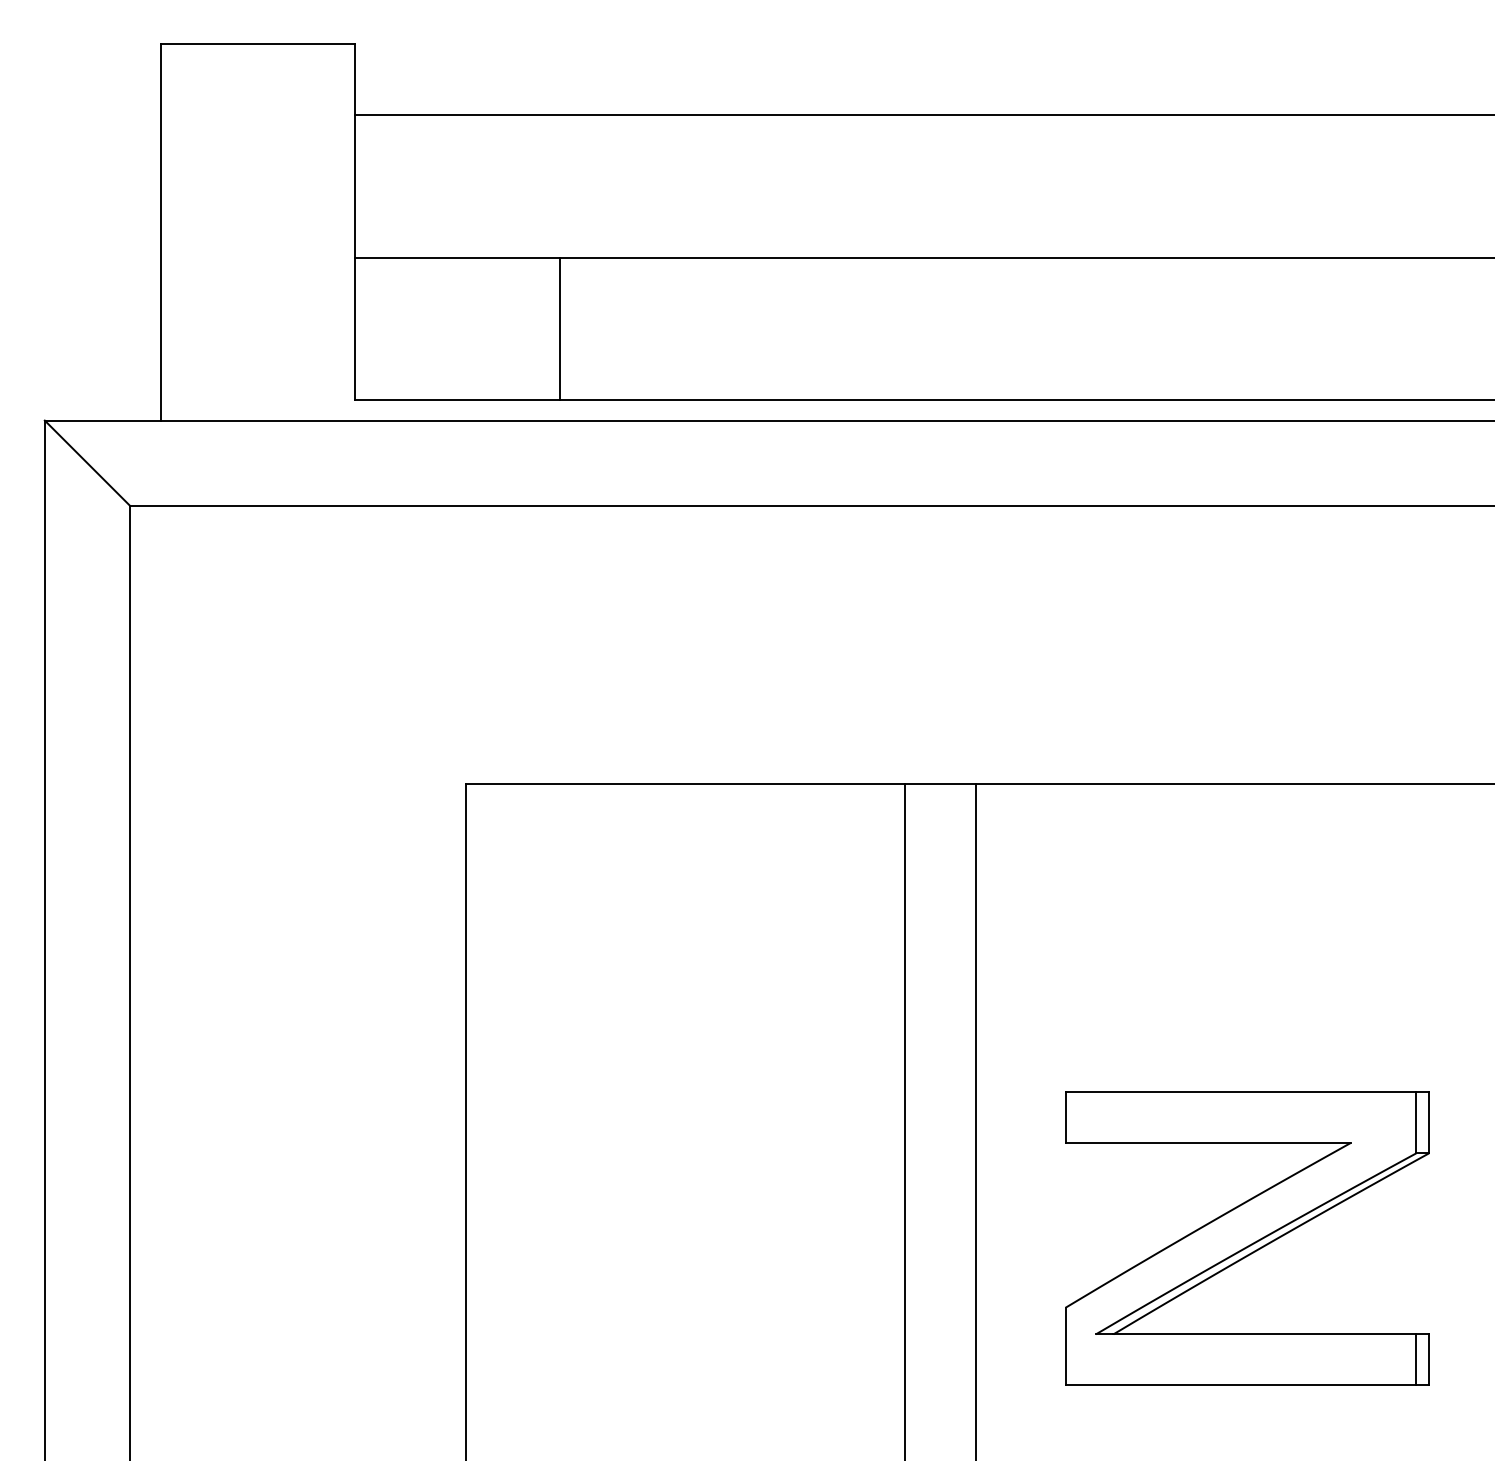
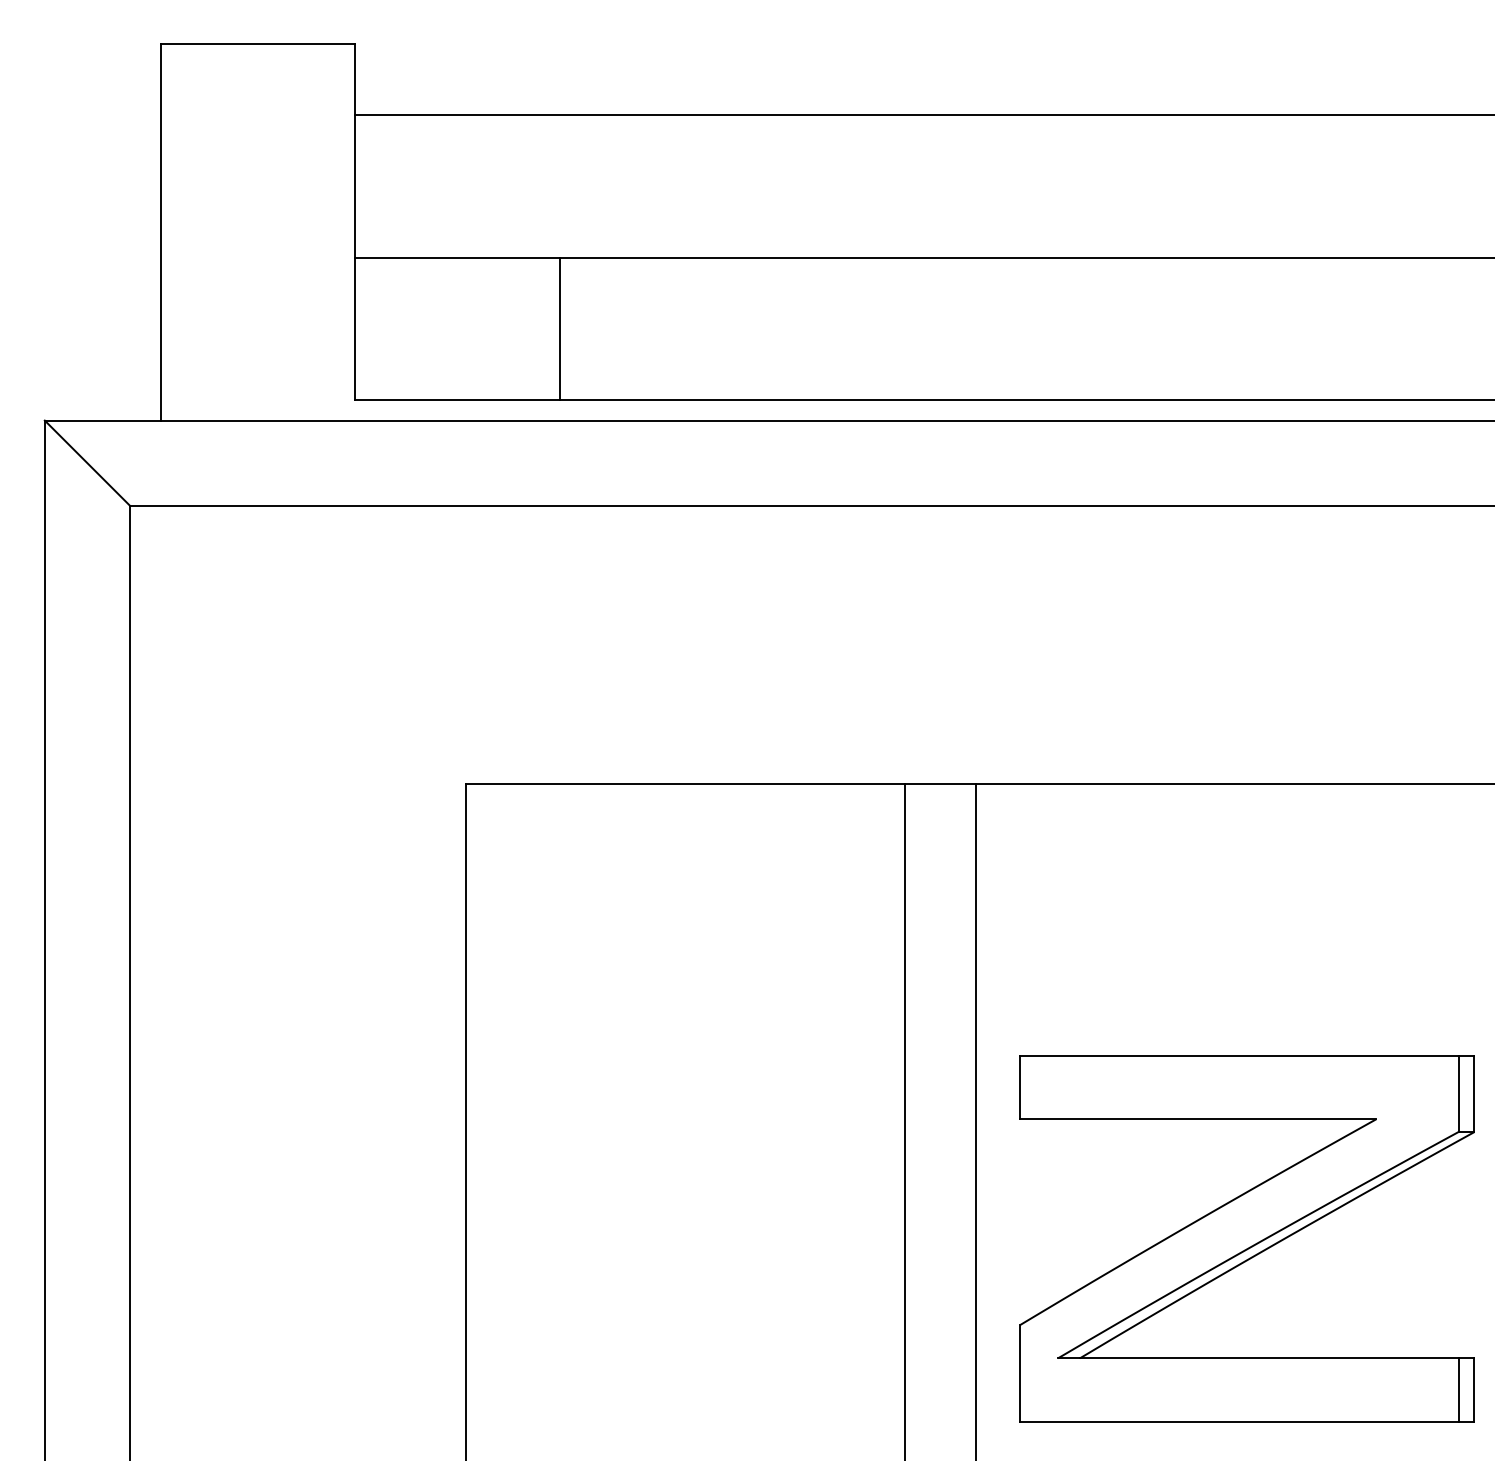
part at (1247, 1238) size: 365x295 px -> 456x368 px
